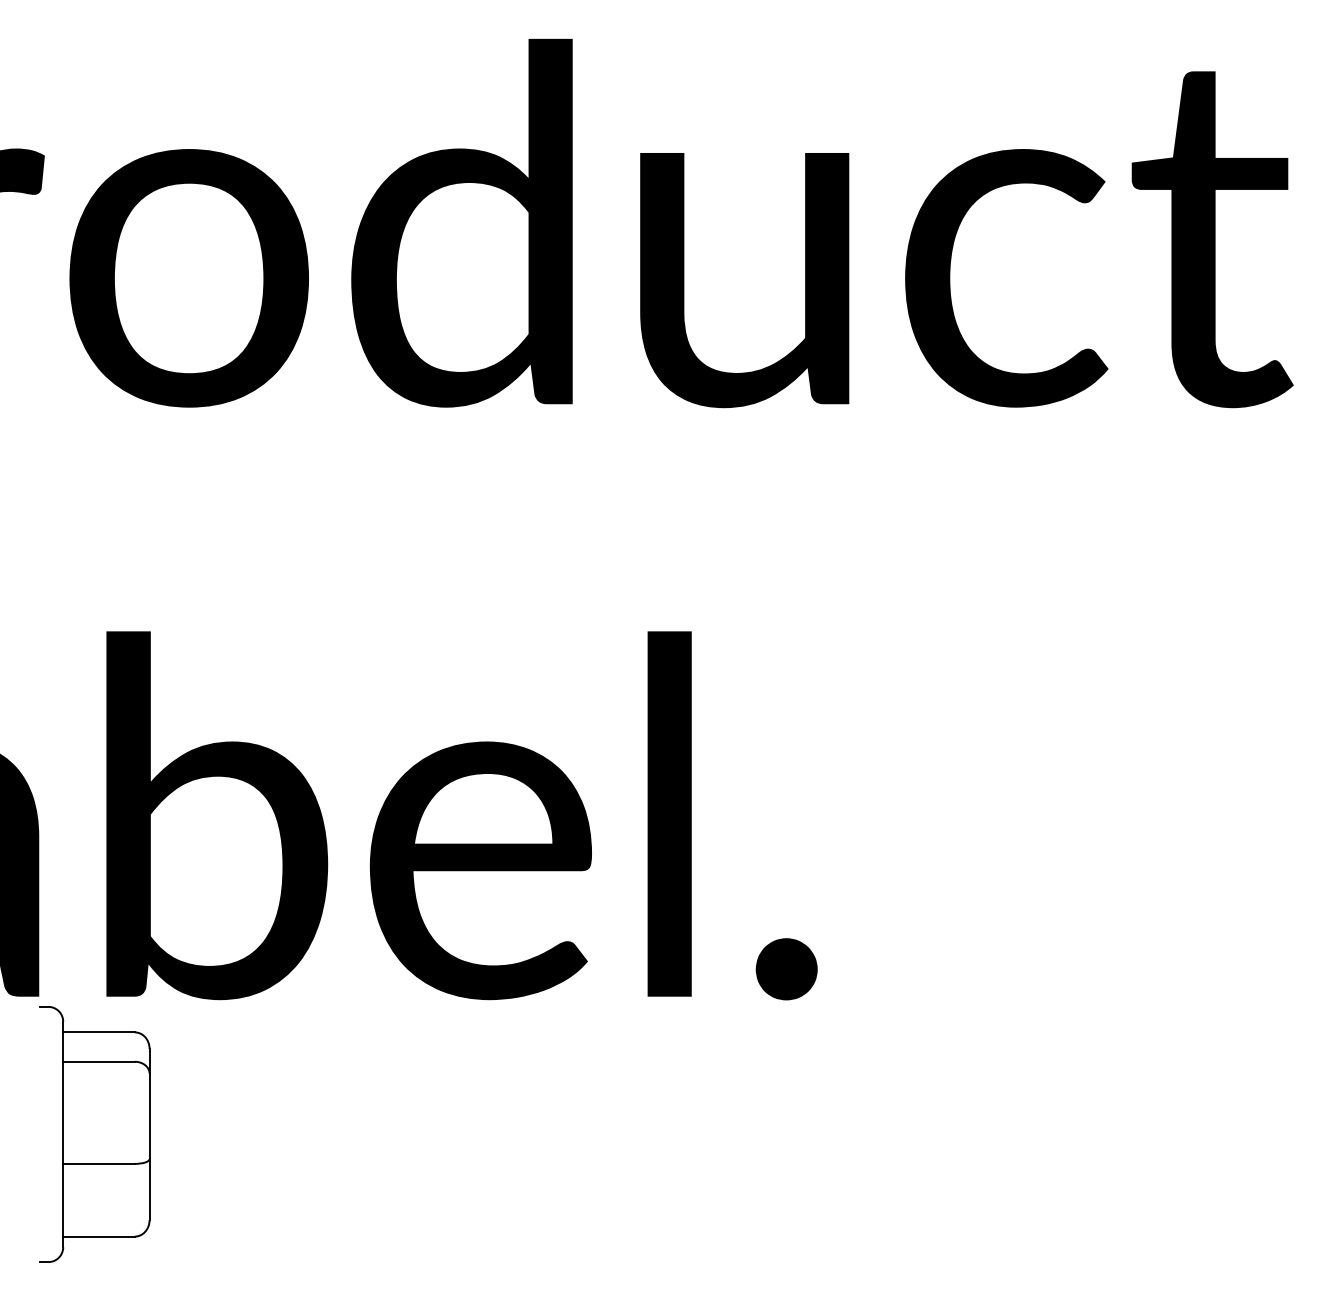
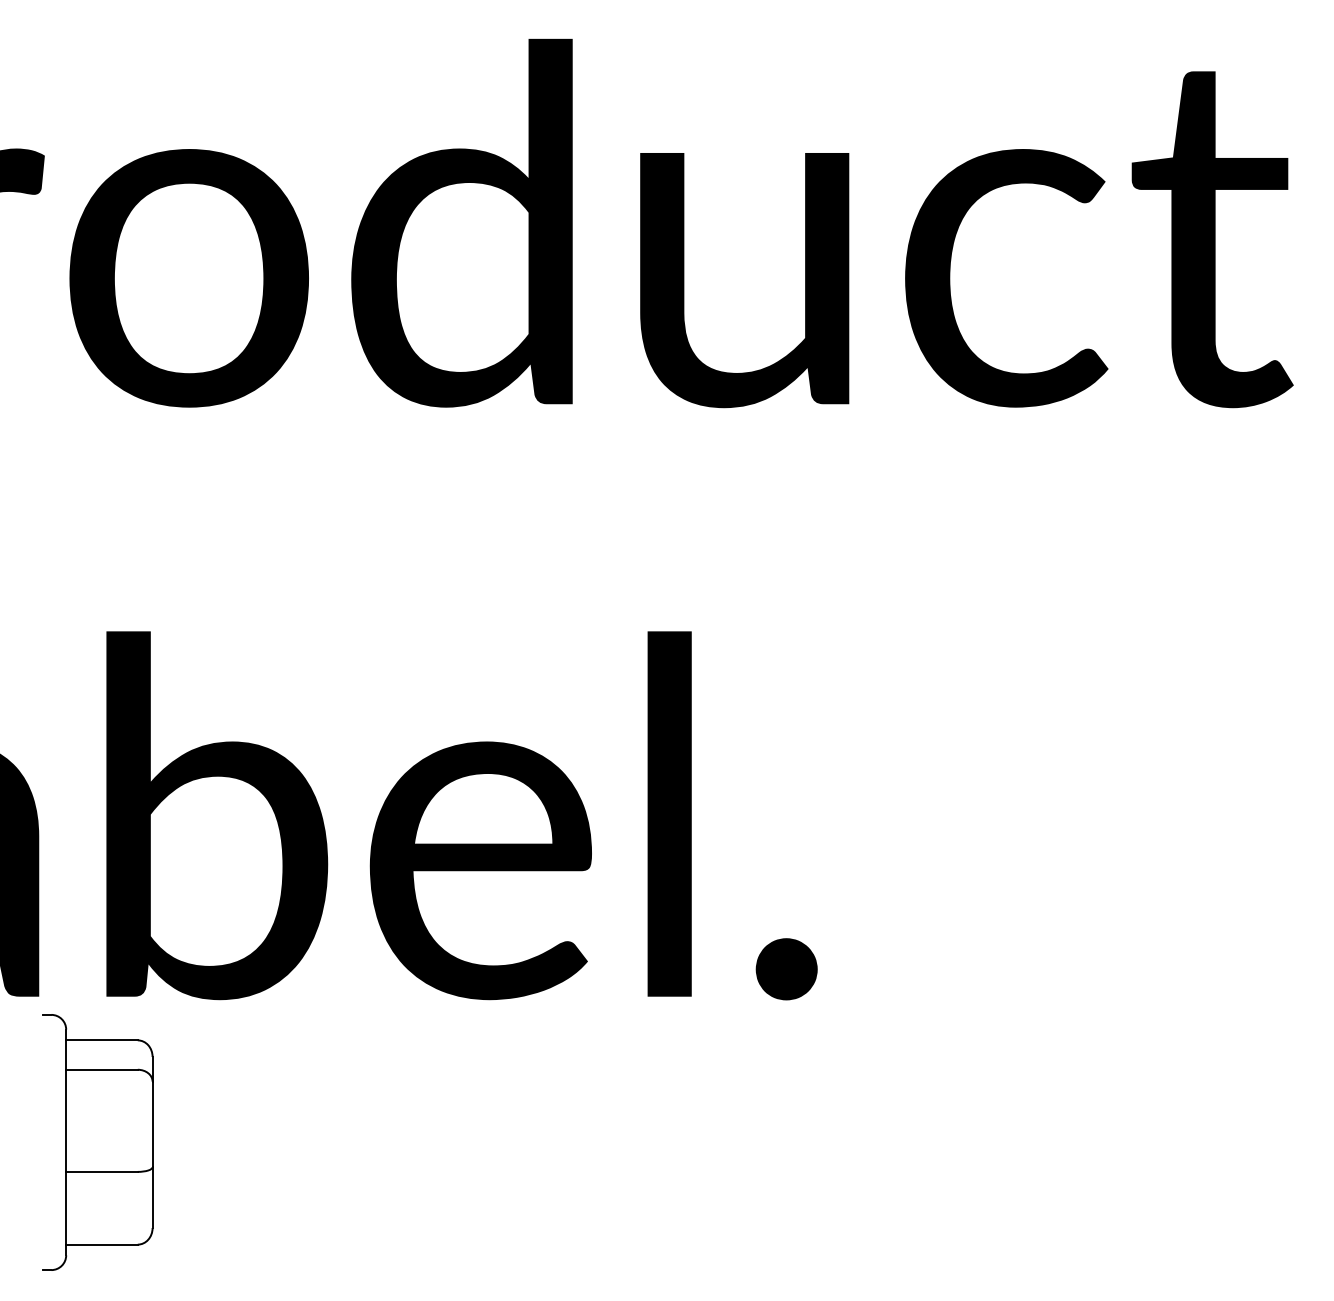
part at (94, 1134) position: (94, 1134) -> (97, 1142)
